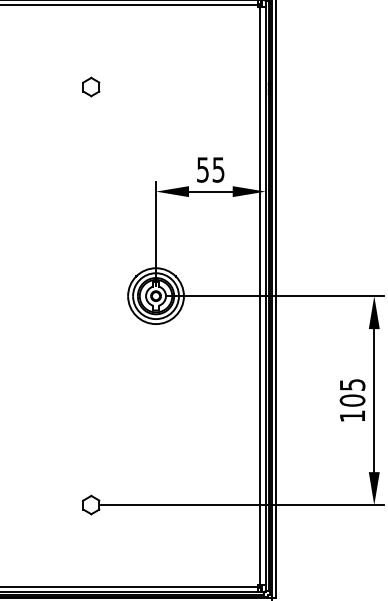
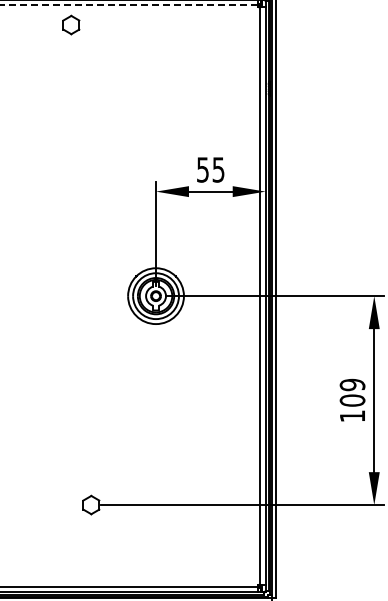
line at (129, 5): solid -> dashed
part at (91, 86) position: (91, 86) -> (71, 24)
text at (352, 384): 105 -> 109
